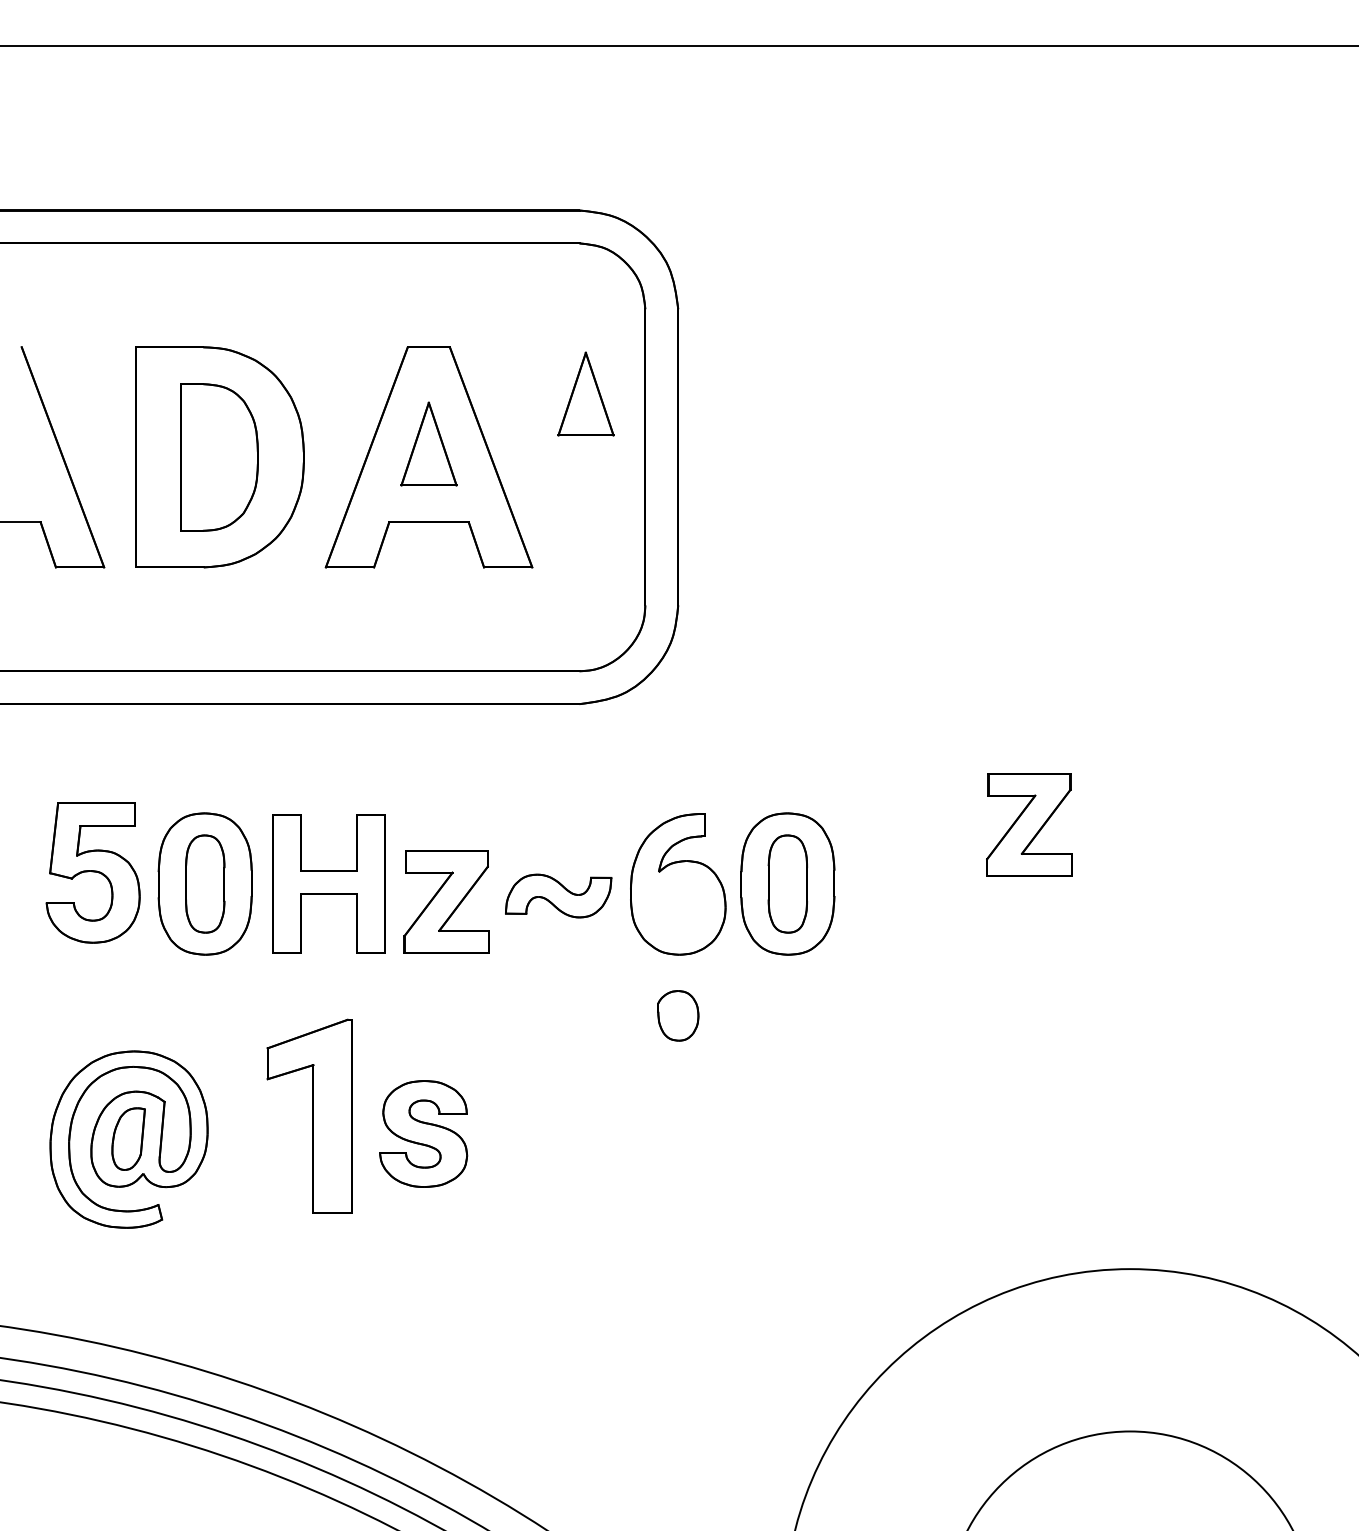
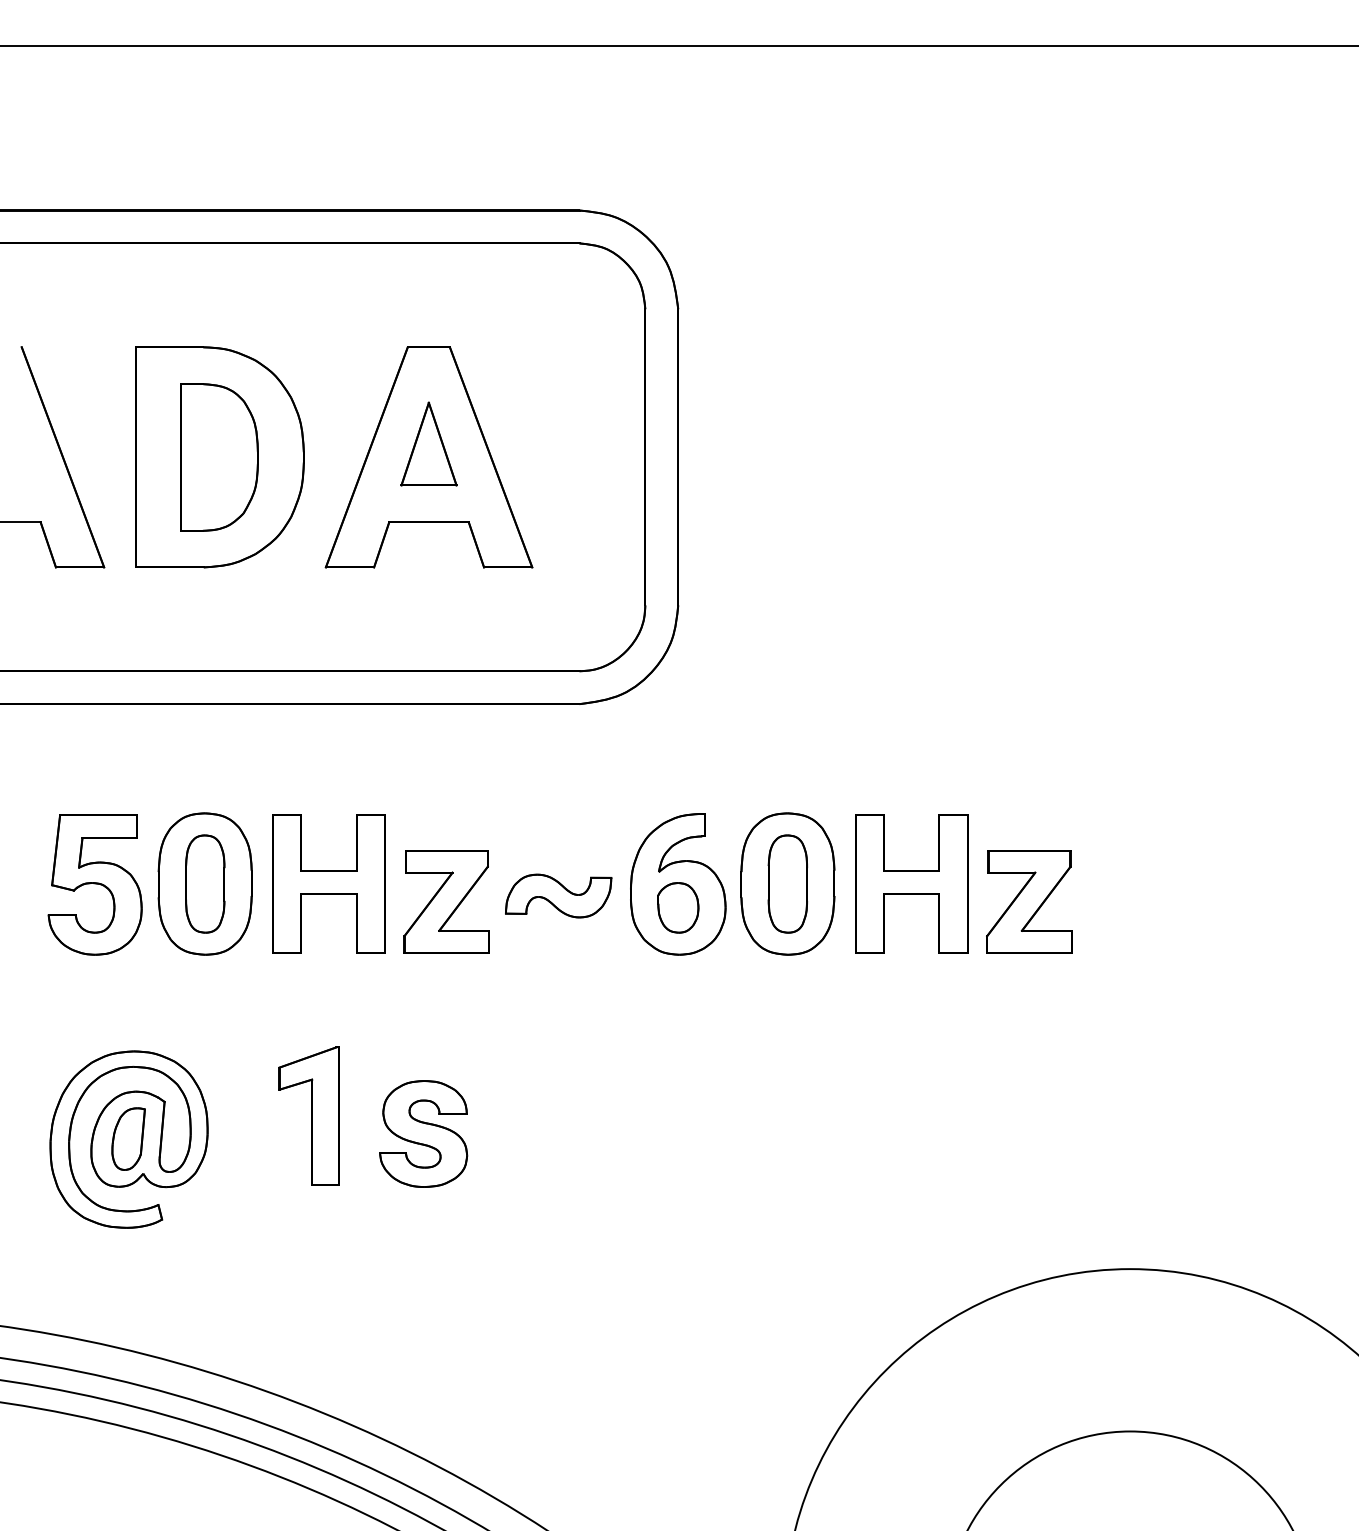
part at (585, 393): present -> none
part at (1029, 824) position: (1029, 824) -> (1029, 901)
part at (92, 872) position: (92, 872) -> (94, 884)
part at (911, 883): none -> present
part at (678, 1015) position: (678, 1015) -> (678, 907)
part at (309, 1115) size: 87x196 px -> 62x140 px
